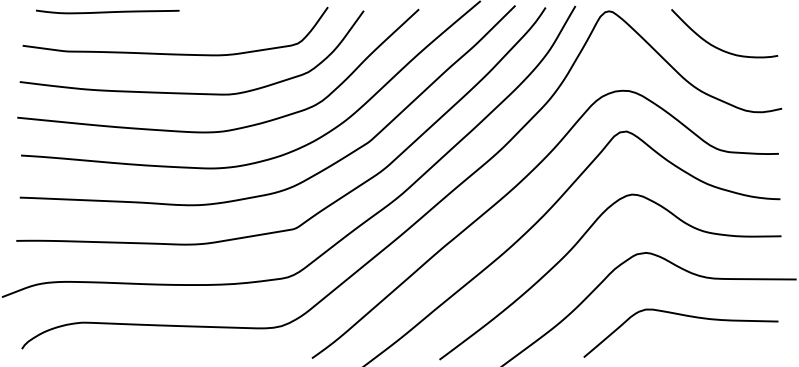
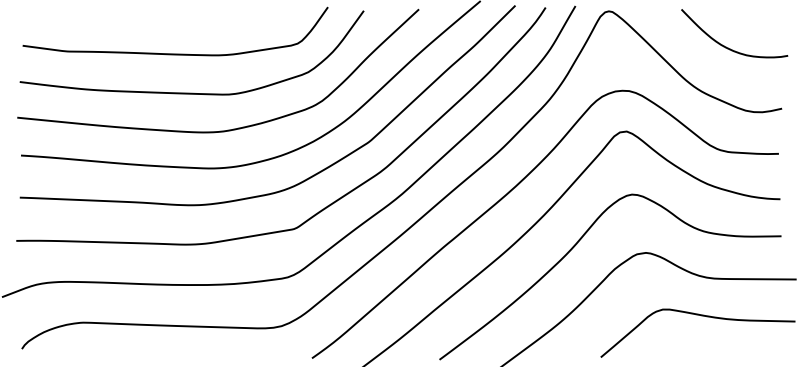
curve at (107, 11): present -> none
curve at (718, 47) position: (718, 47) -> (728, 47)
curve at (684, 316) position: (684, 316) -> (701, 316)
